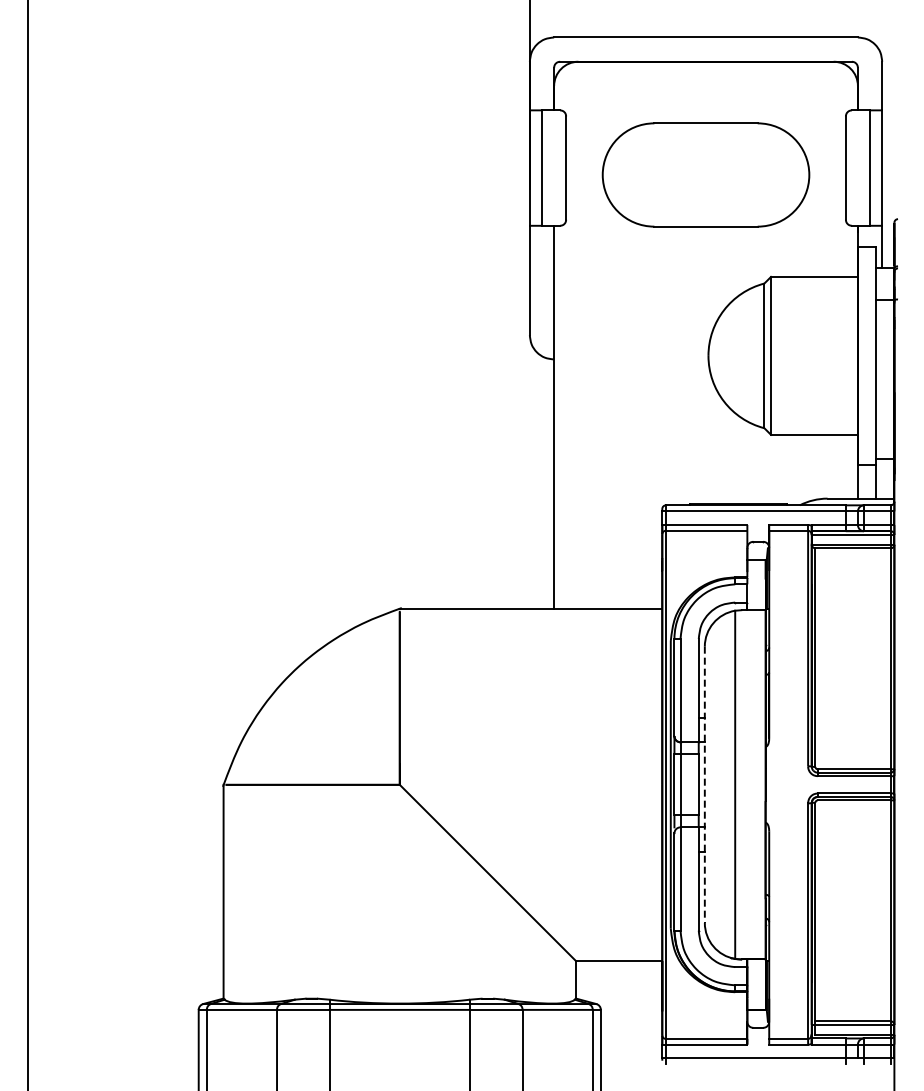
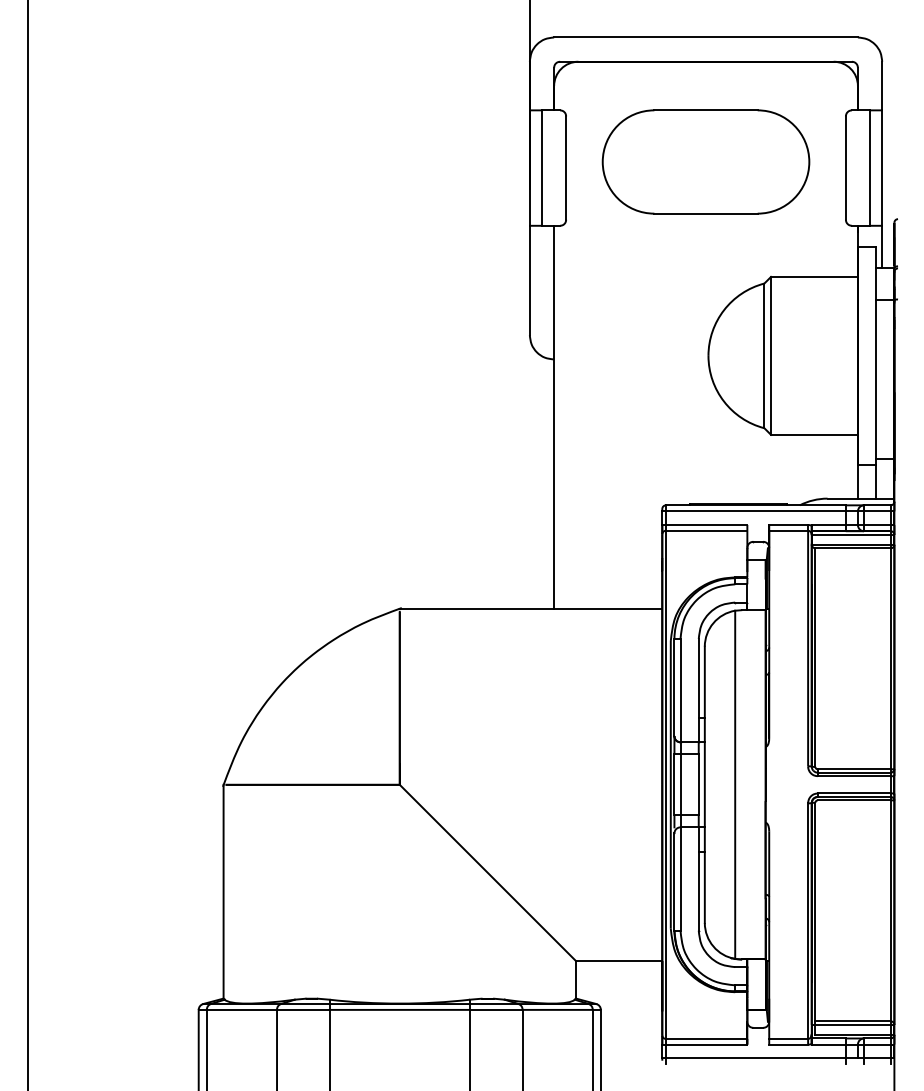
part at (705, 174) position: (705, 174) -> (705, 161)
line at (704, 785): dashed -> solid
